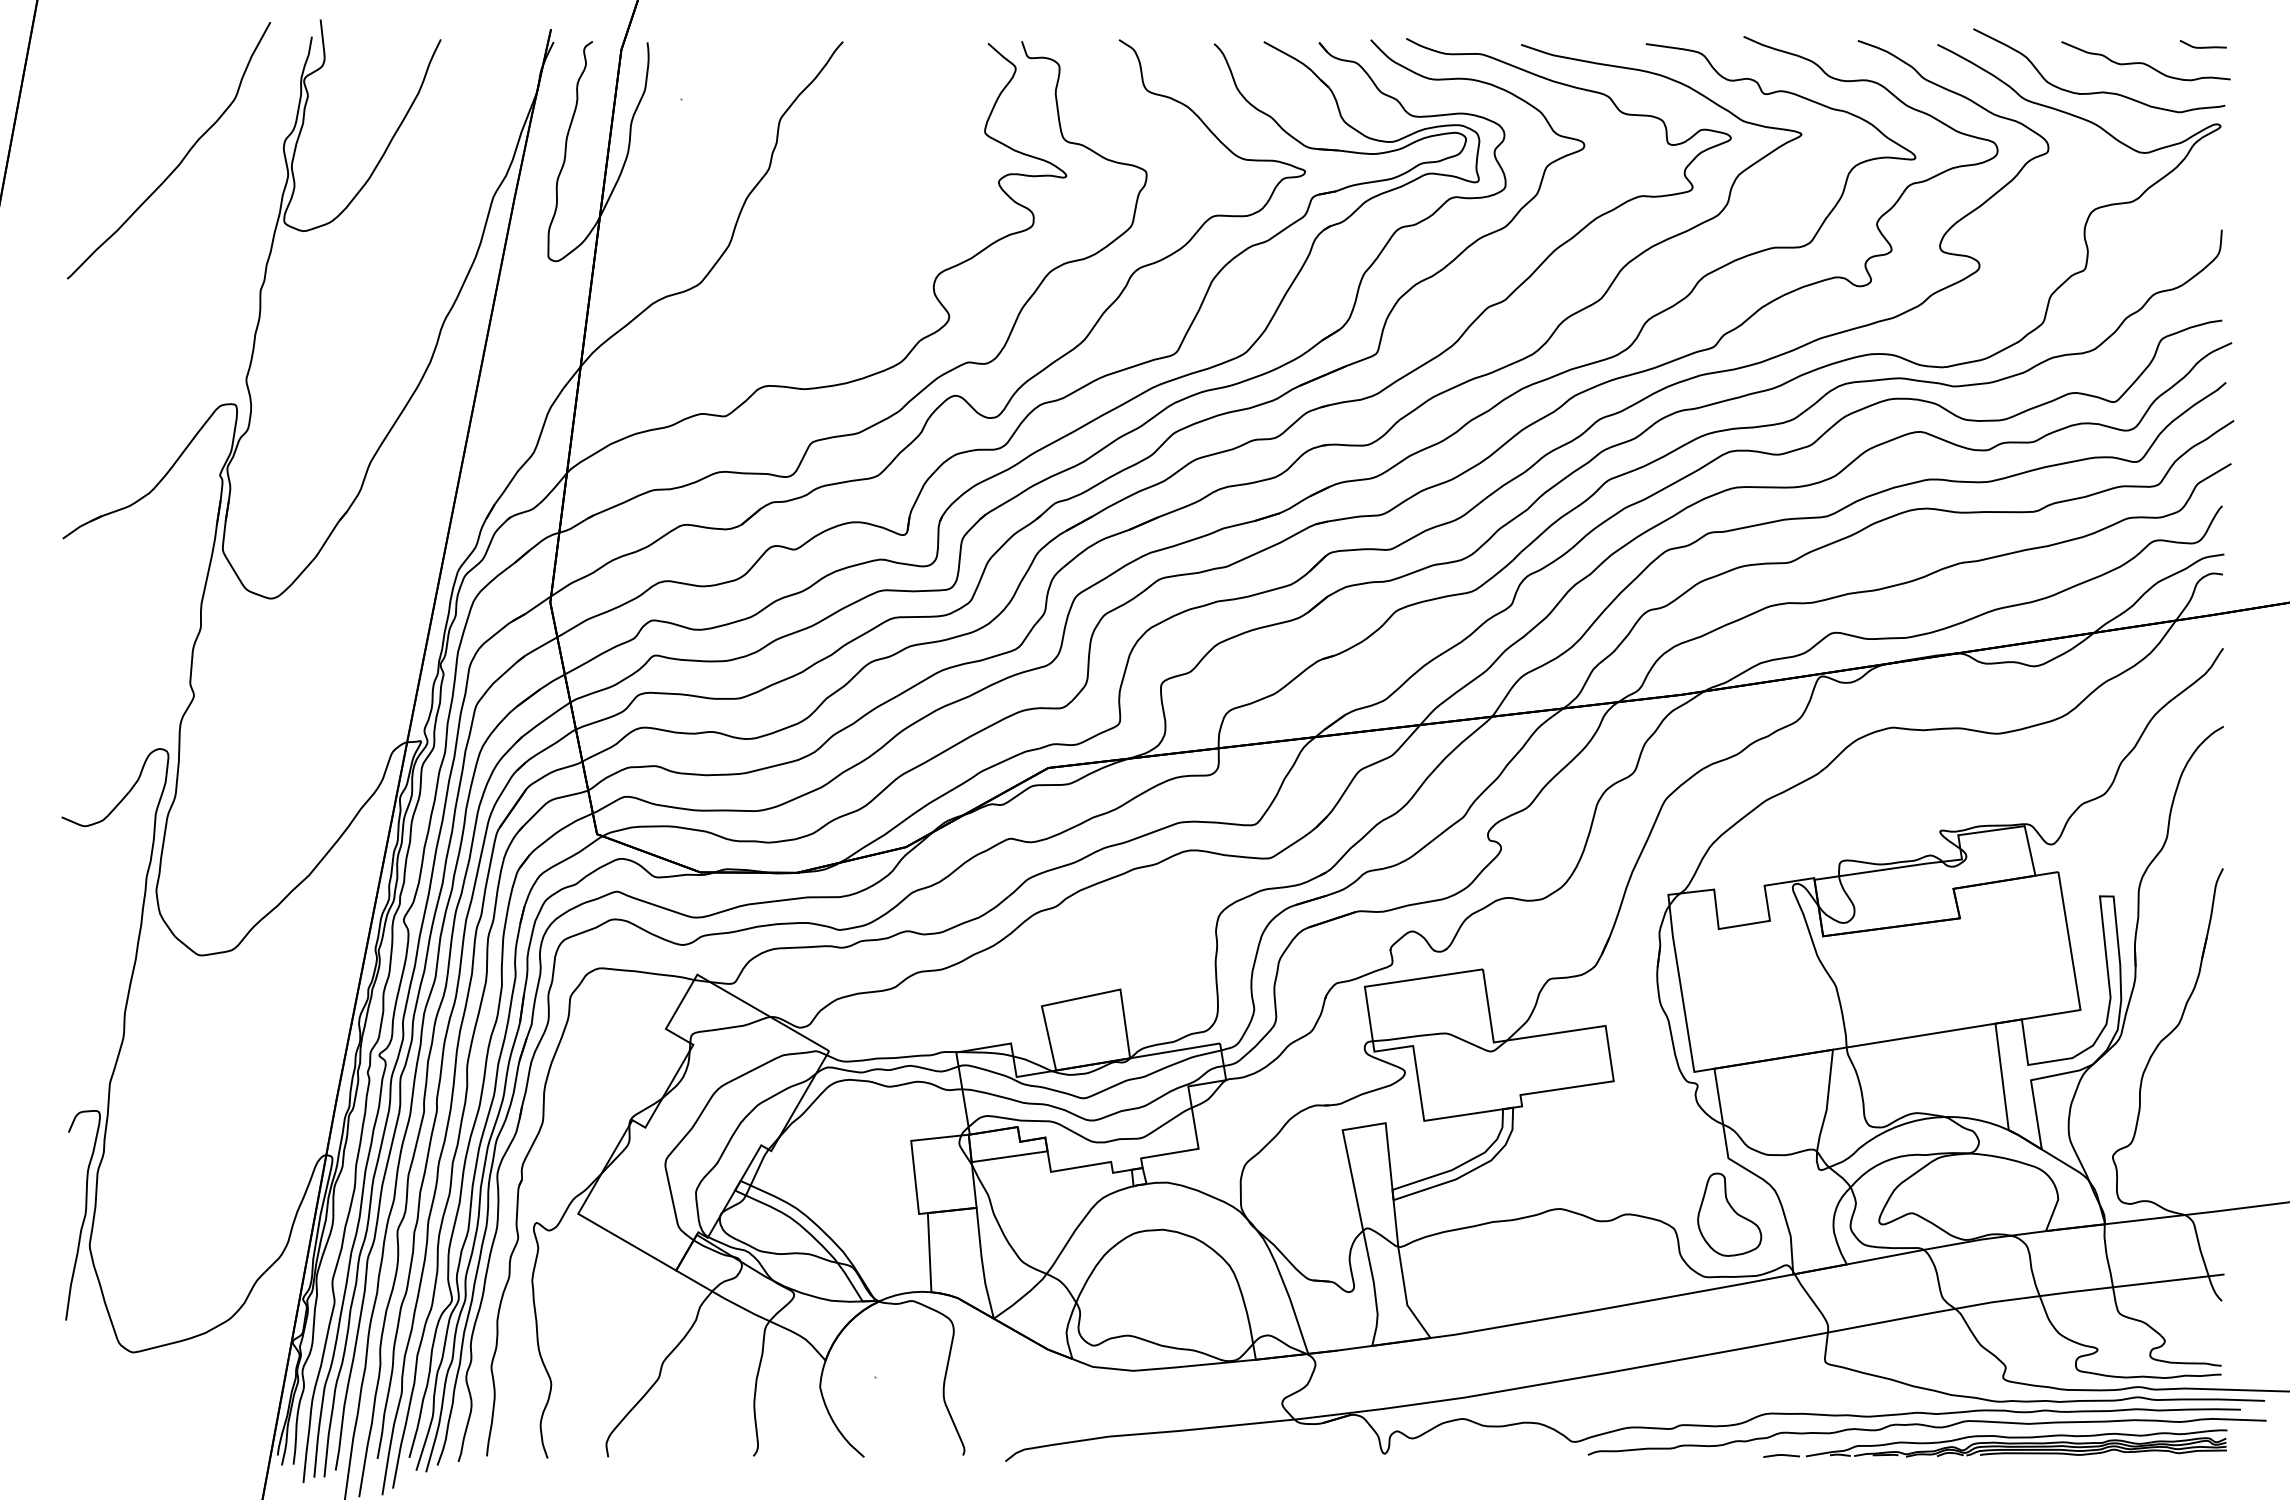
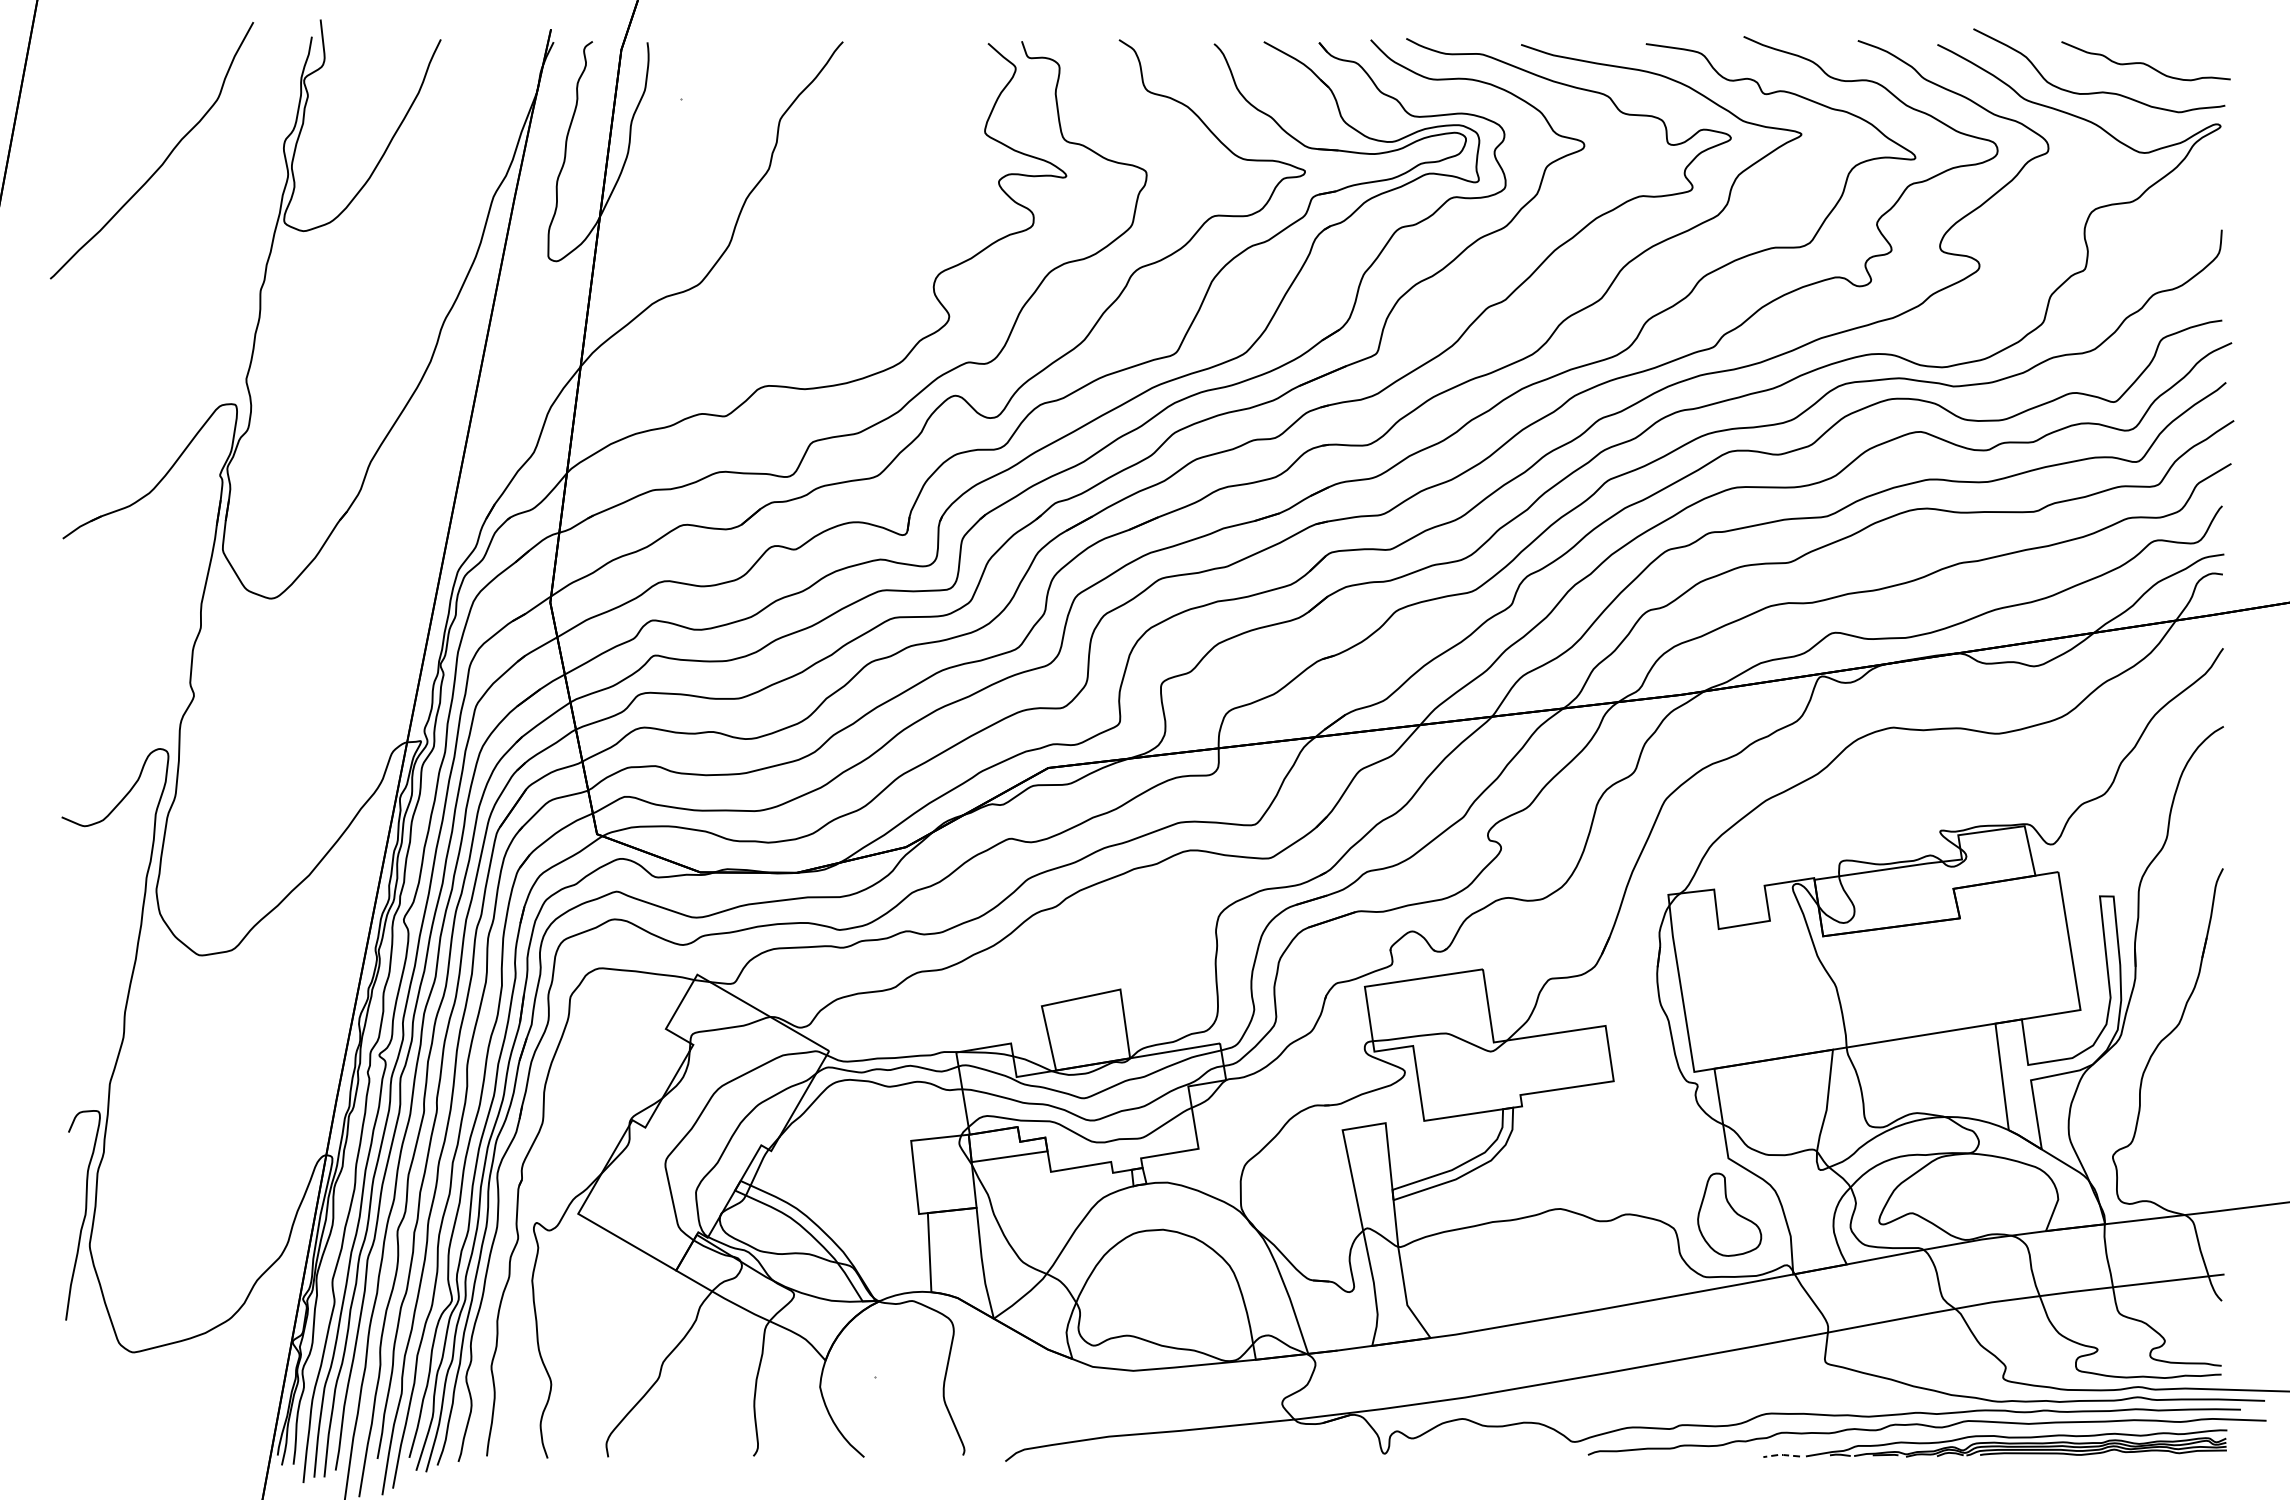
curve at (2202, 46): present -> none
curve at (182, 158) position: (182, 158) -> (165, 158)
line at (1781, 1455): solid -> dashed
